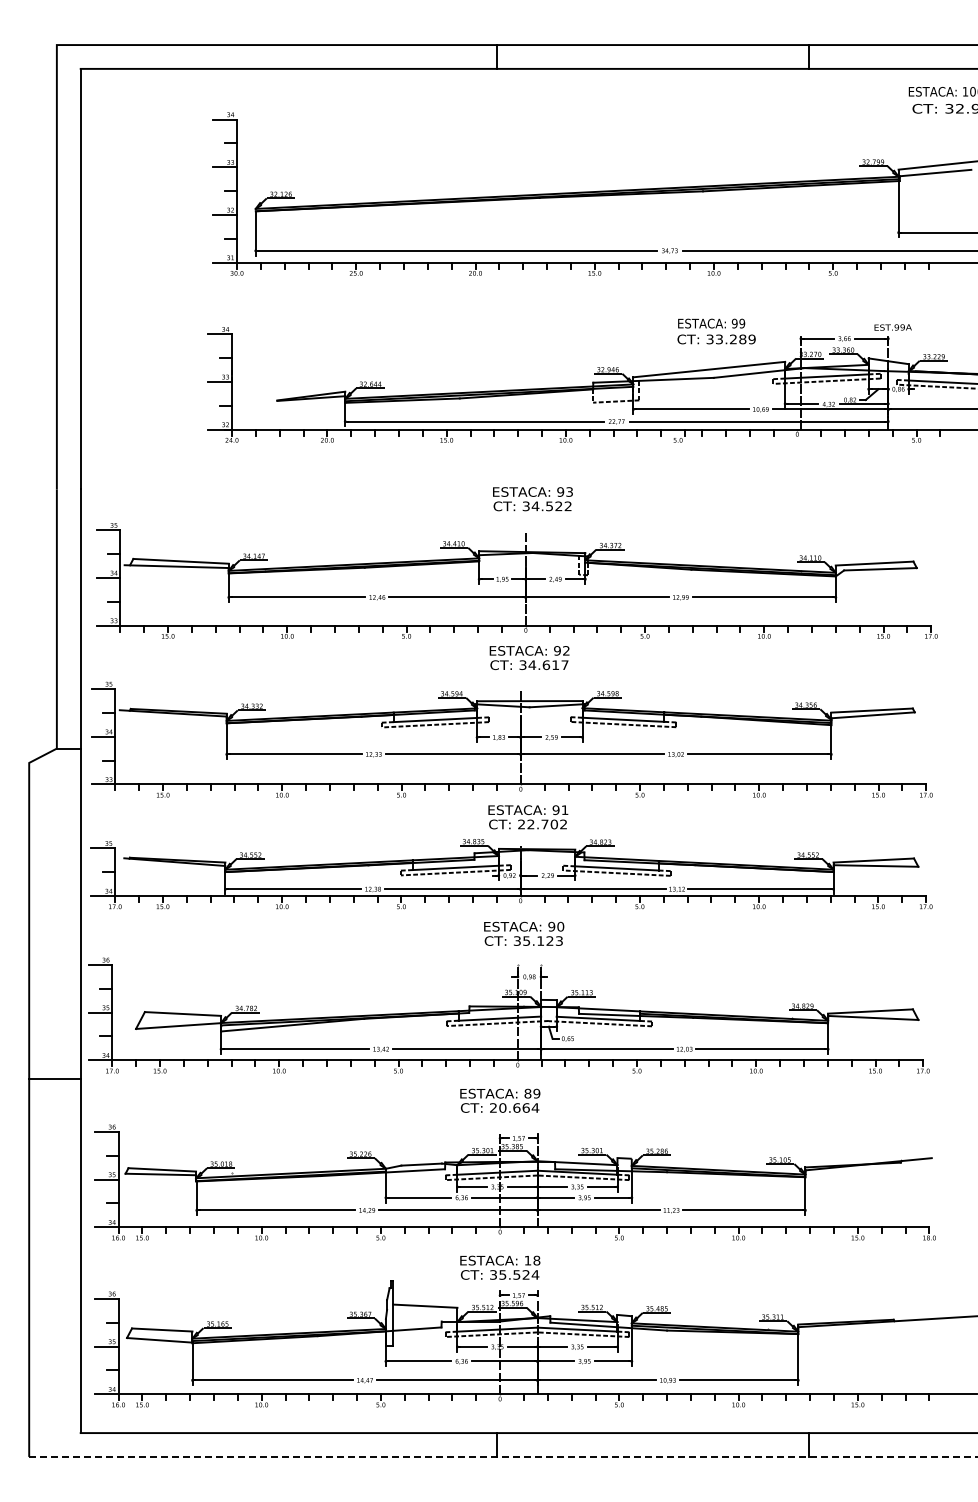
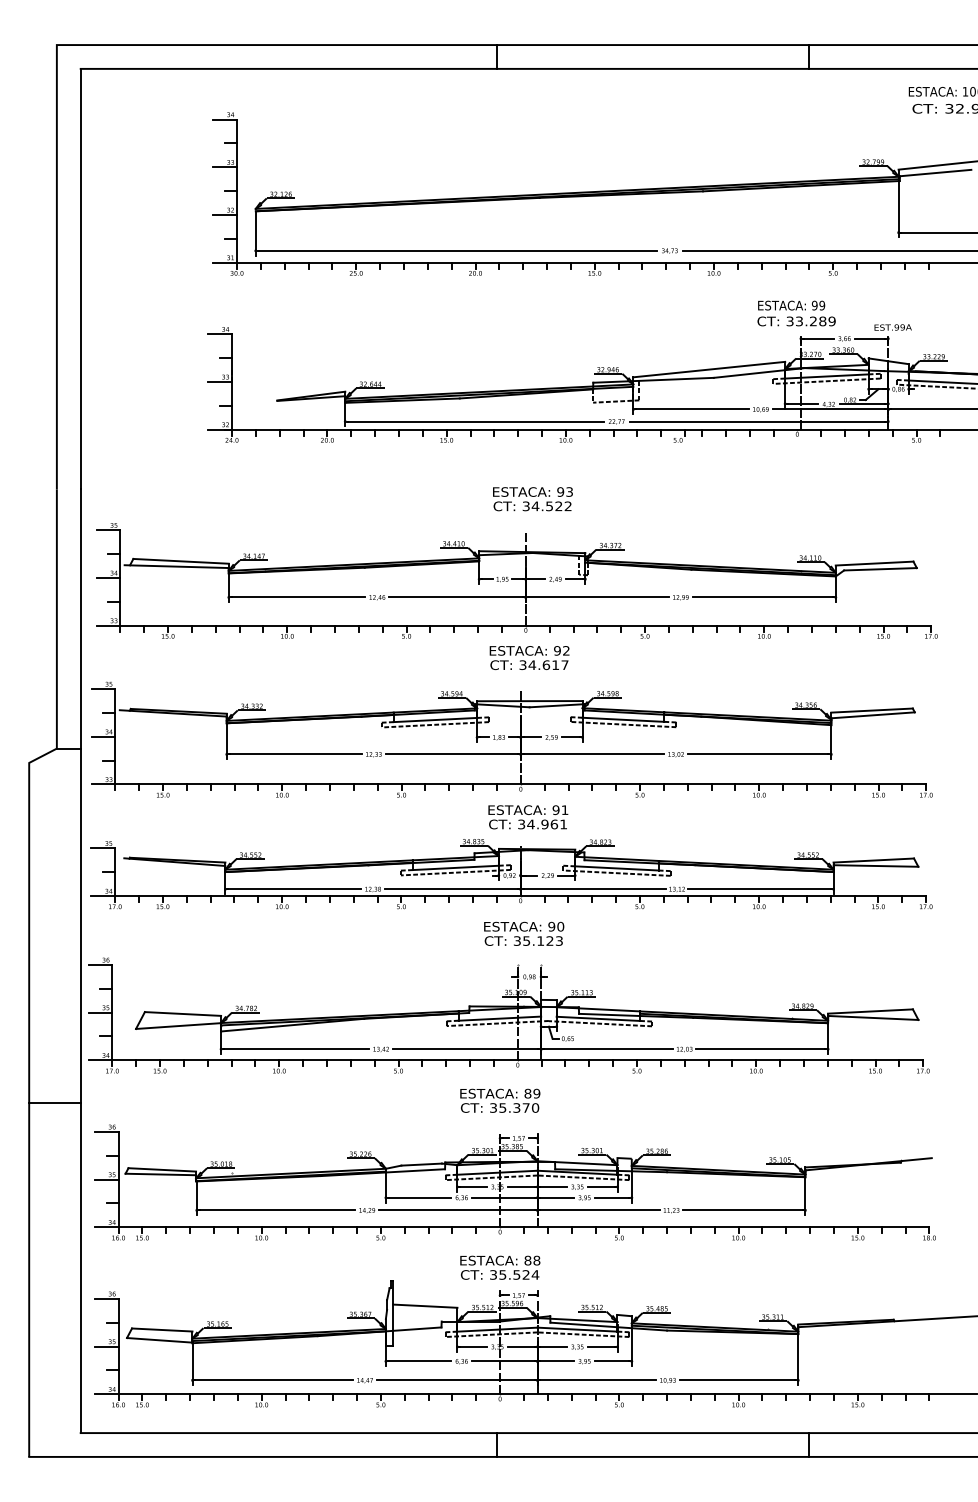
text at (716, 331) position: (716, 331) -> (796, 313)
text at (542, 824): 22.702 -> 34.961
line at (54, 1078) position: (54, 1078) -> (54, 1102)
text at (514, 1107): 20.664 -> 35.370
text at (527, 1260): 18 -> 88
line at (504, 1456): dashed -> solid
